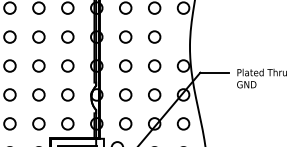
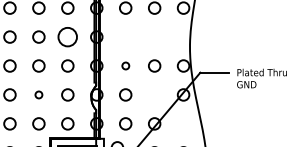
circle at (67, 36) size: 14x14 px -> 21x21 px
circle at (125, 36): present -> none
circle at (154, 36): present -> none
circle at (125, 65) size: 14x14 px -> 10x10 px
circle at (38, 94) size: 14x14 px -> 10x10 px
circle at (154, 94): present -> none
circle at (183, 123): present -> none
